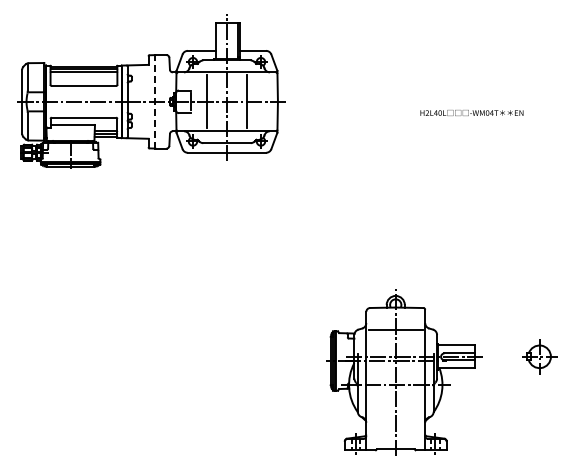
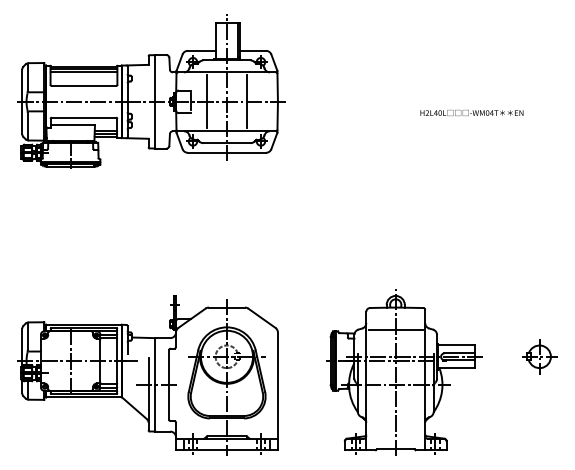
line at (155, 101): dashed -> solid
part at (147, 375): none -> present
